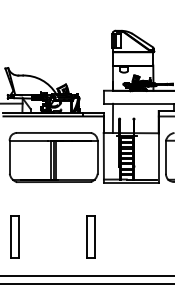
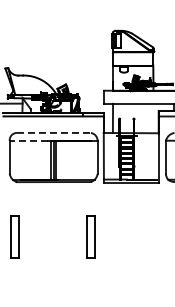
line at (53, 132): solid -> dashed
line at (28, 140): solid -> dashed
line at (86, 276): present -> none
line at (86, 284): present -> none
